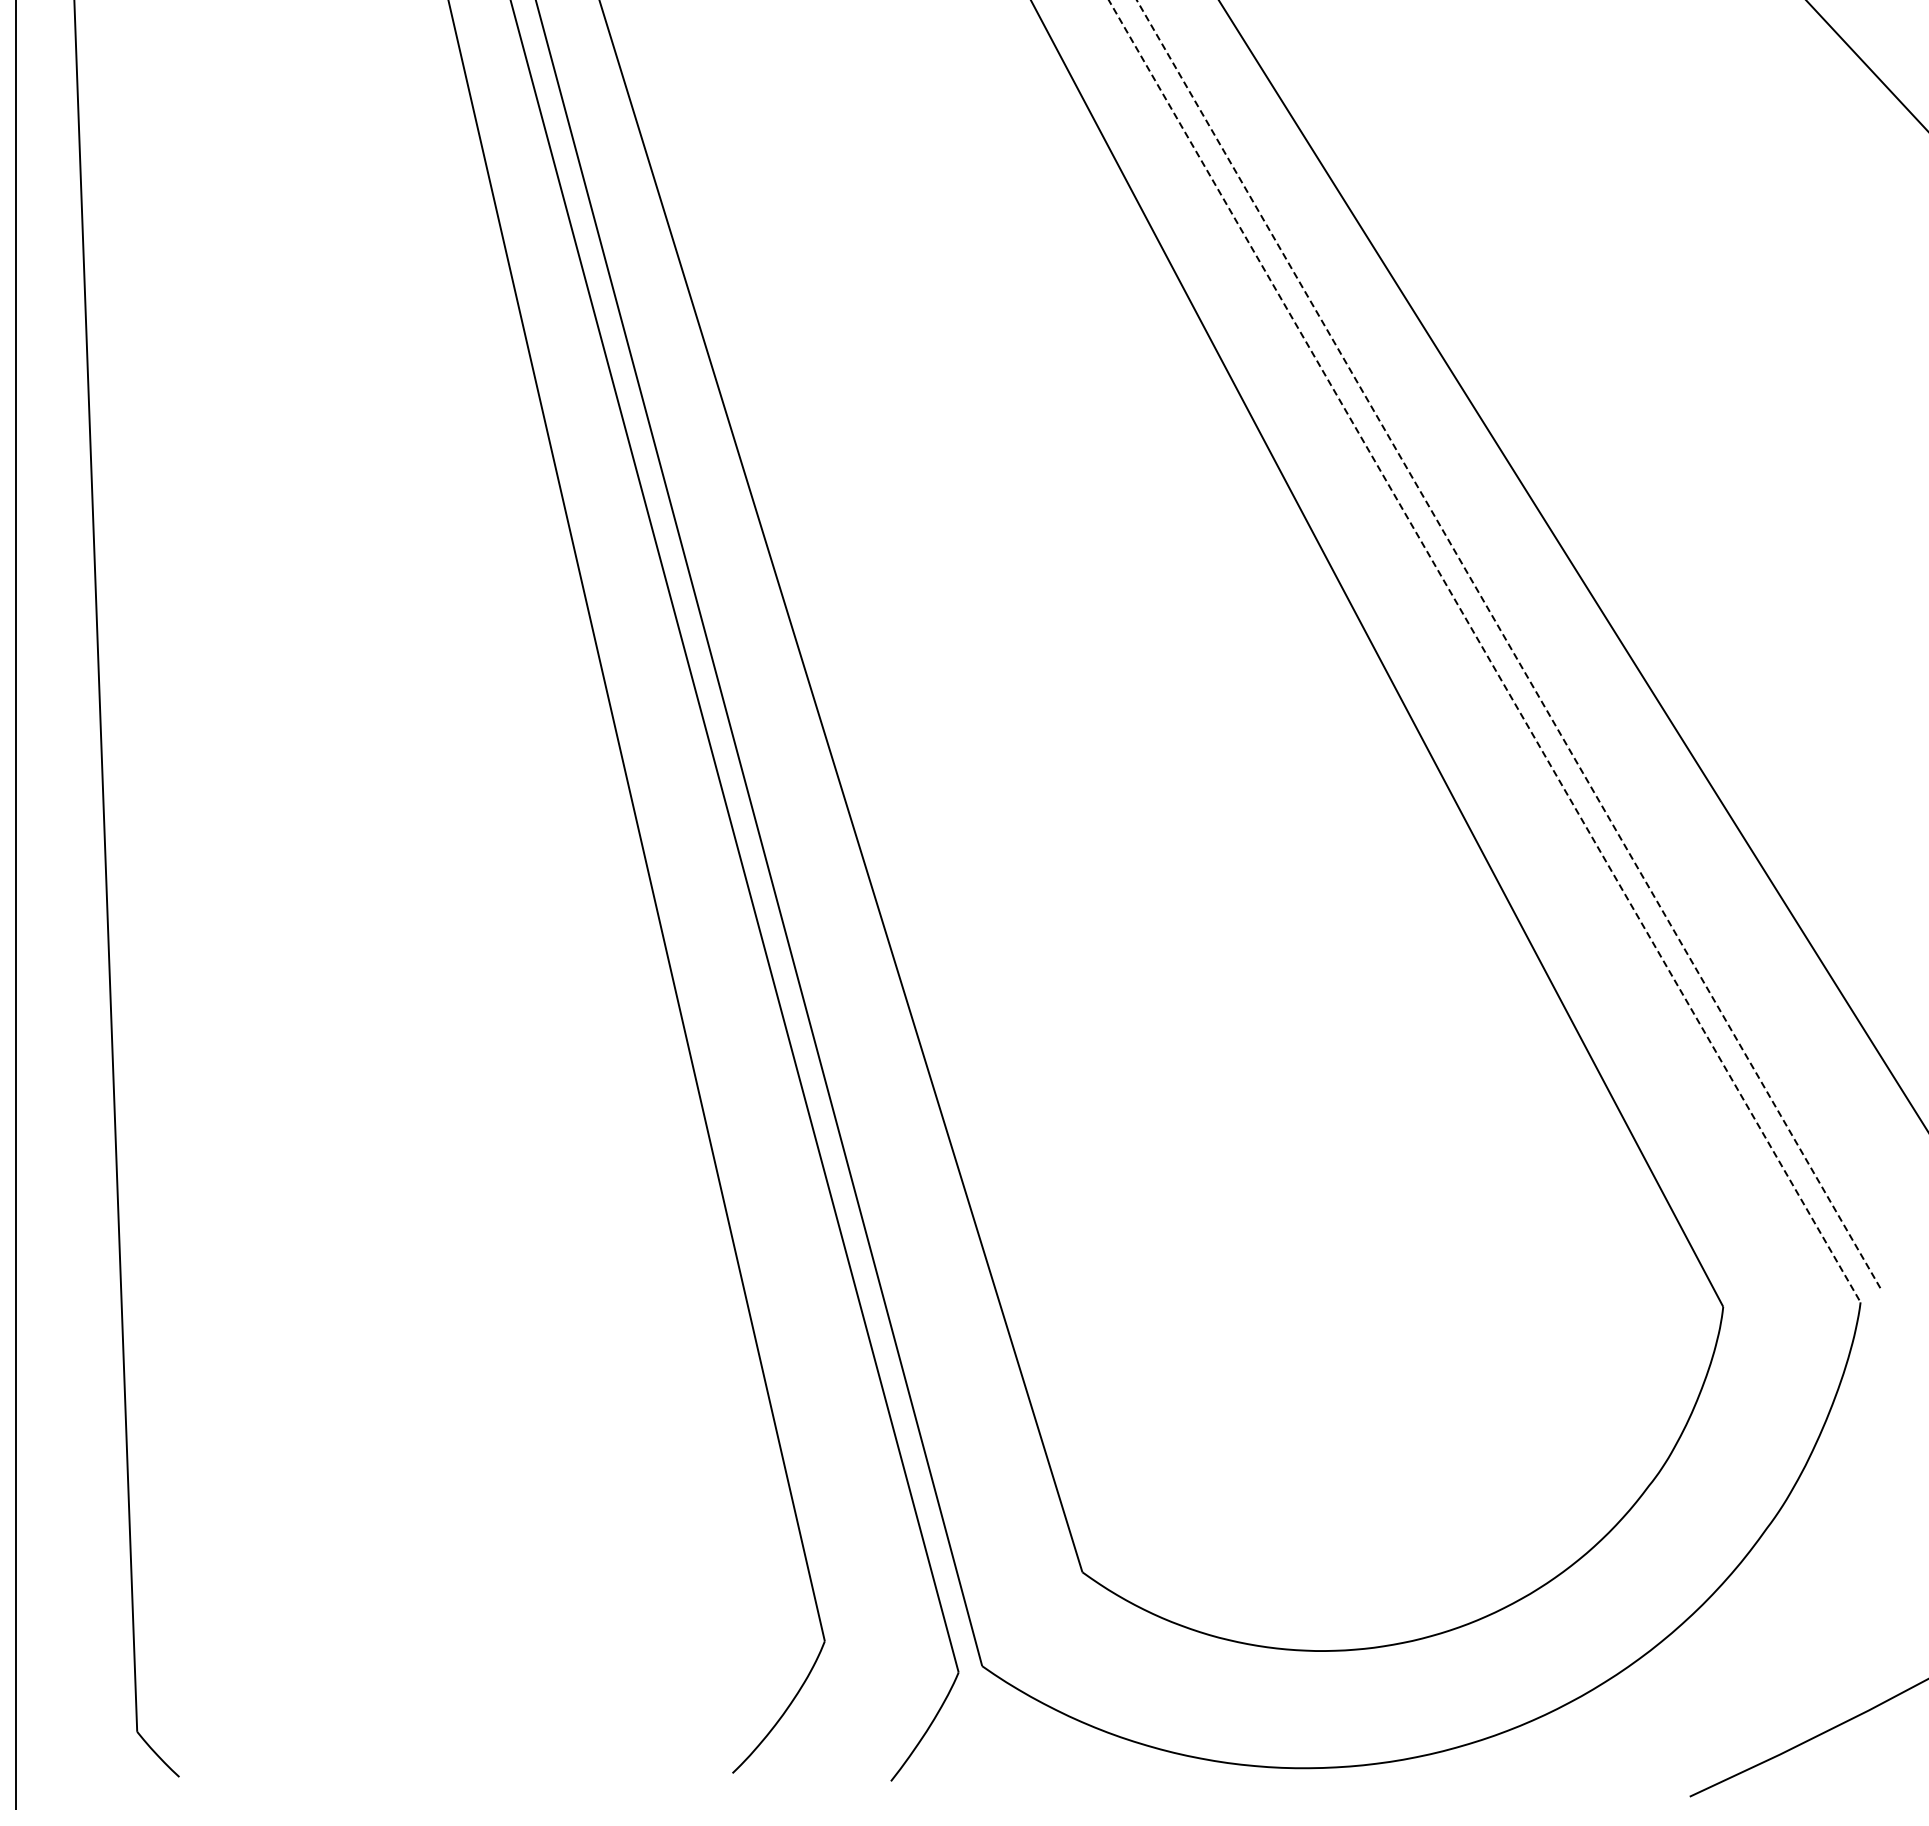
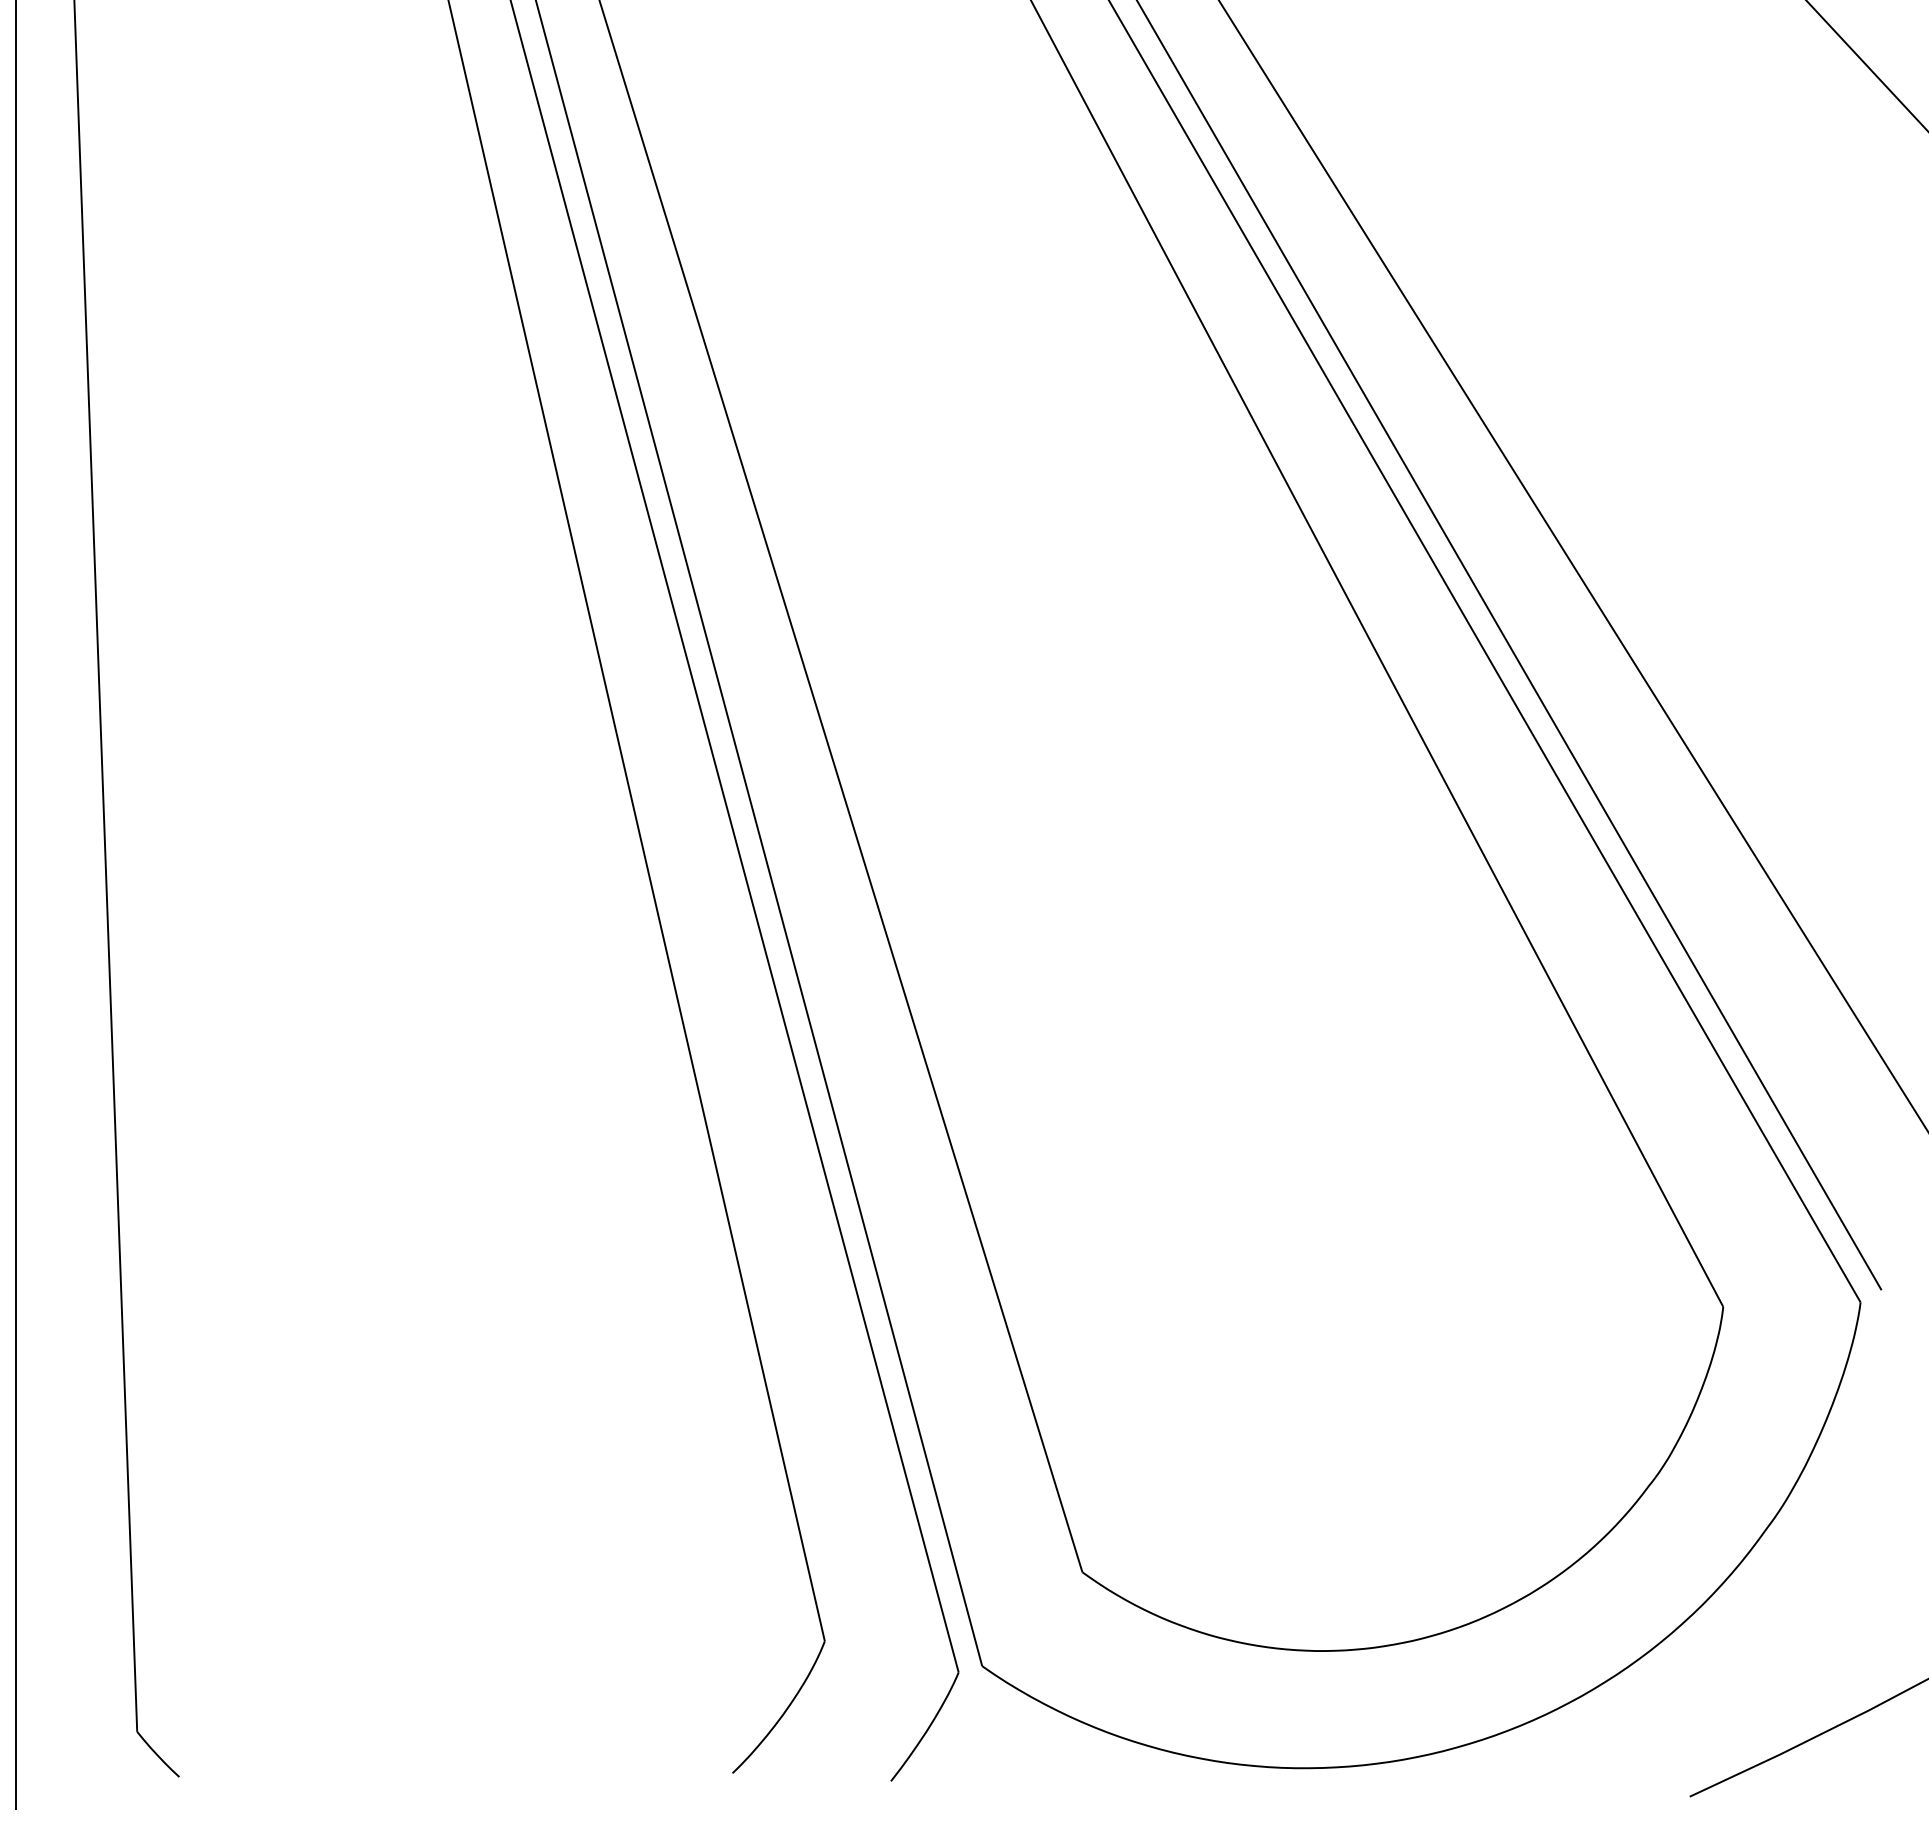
line at (1509, 645): dashed -> solid
line at (1484, 651): dashed -> solid
